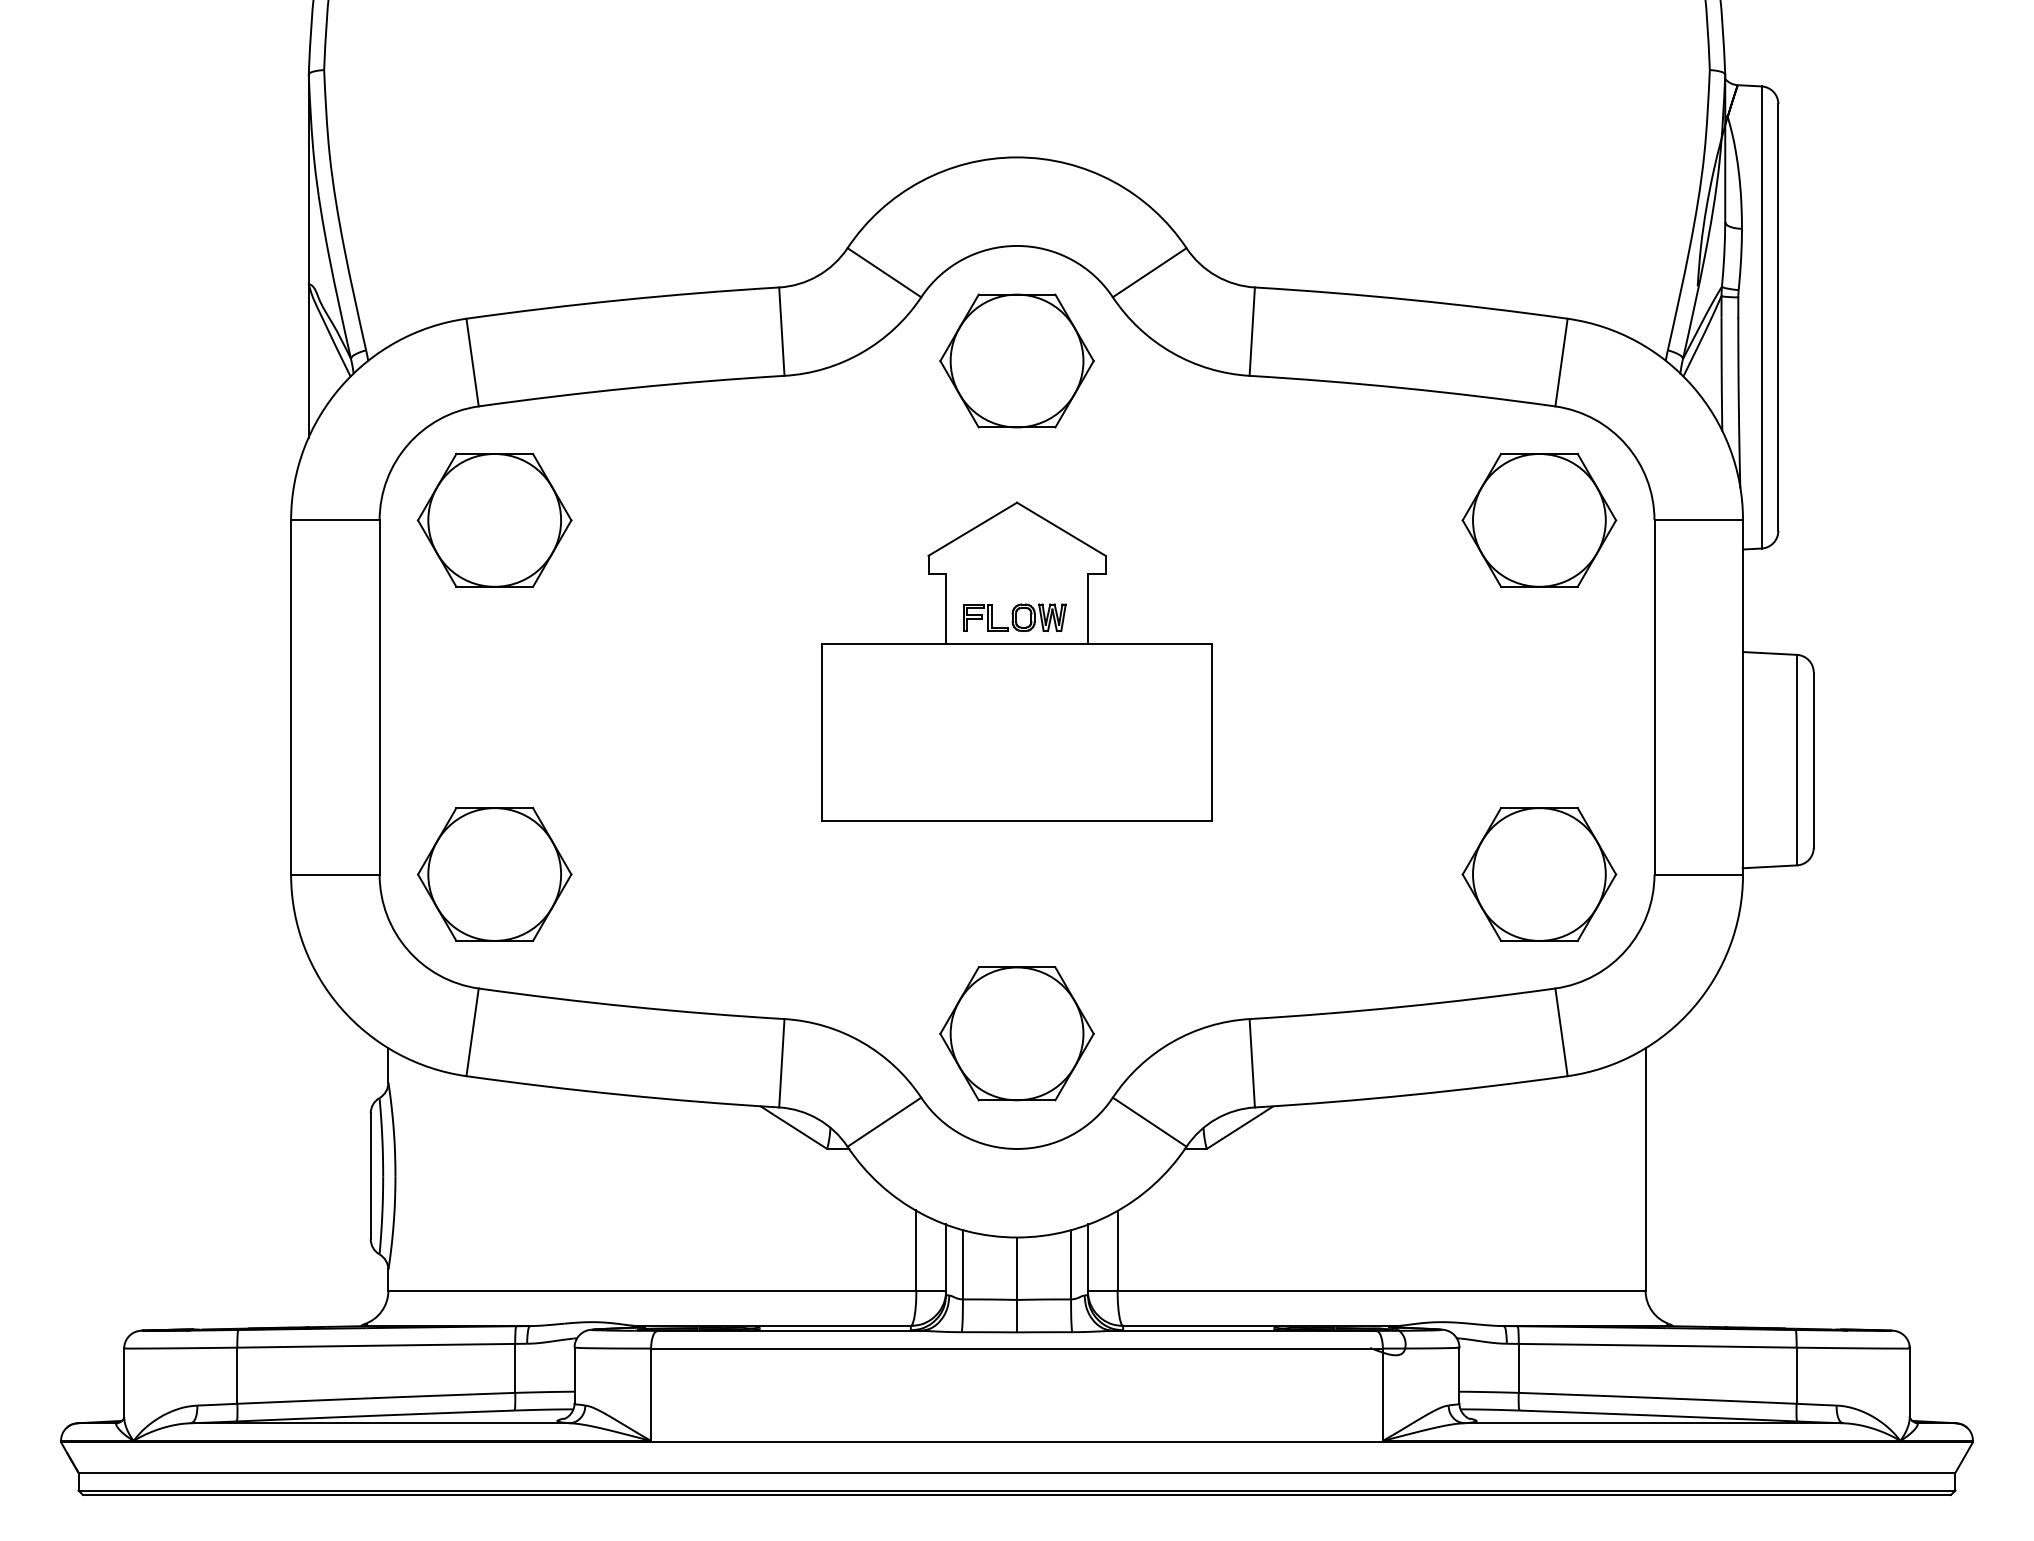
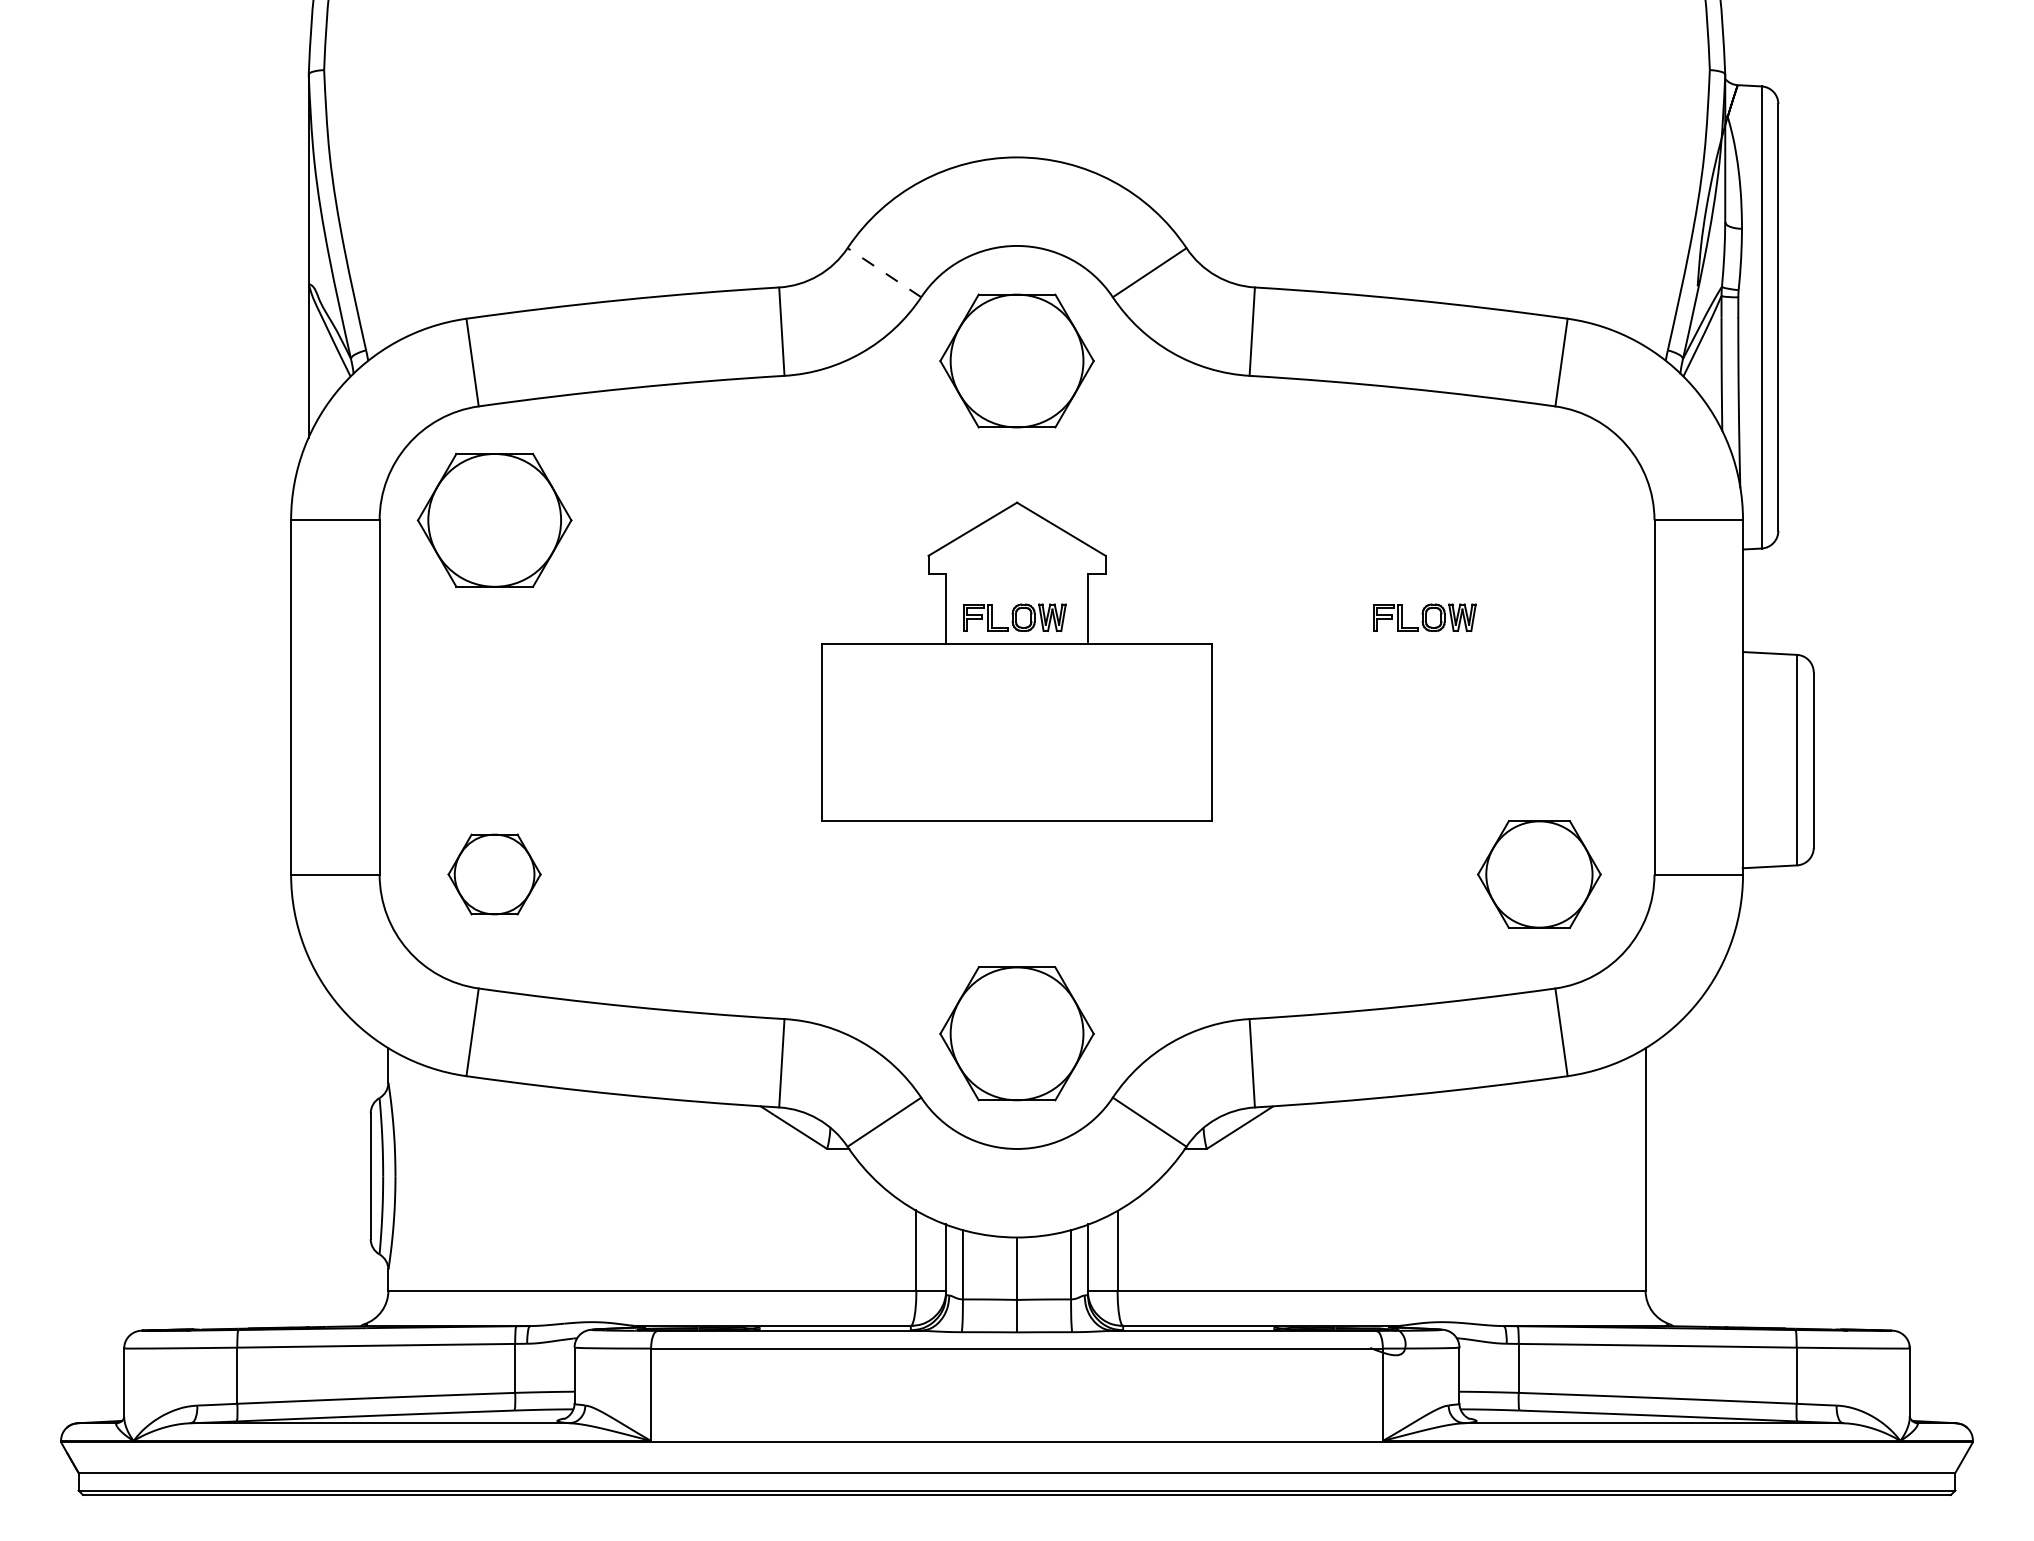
line at (884, 272): solid -> dashed
part at (1539, 520): present -> none
part at (1424, 617): none -> present
part at (494, 874) size: 157x135 px -> 95x83 px
part at (1539, 874) size: 157x135 px -> 125x109 px
